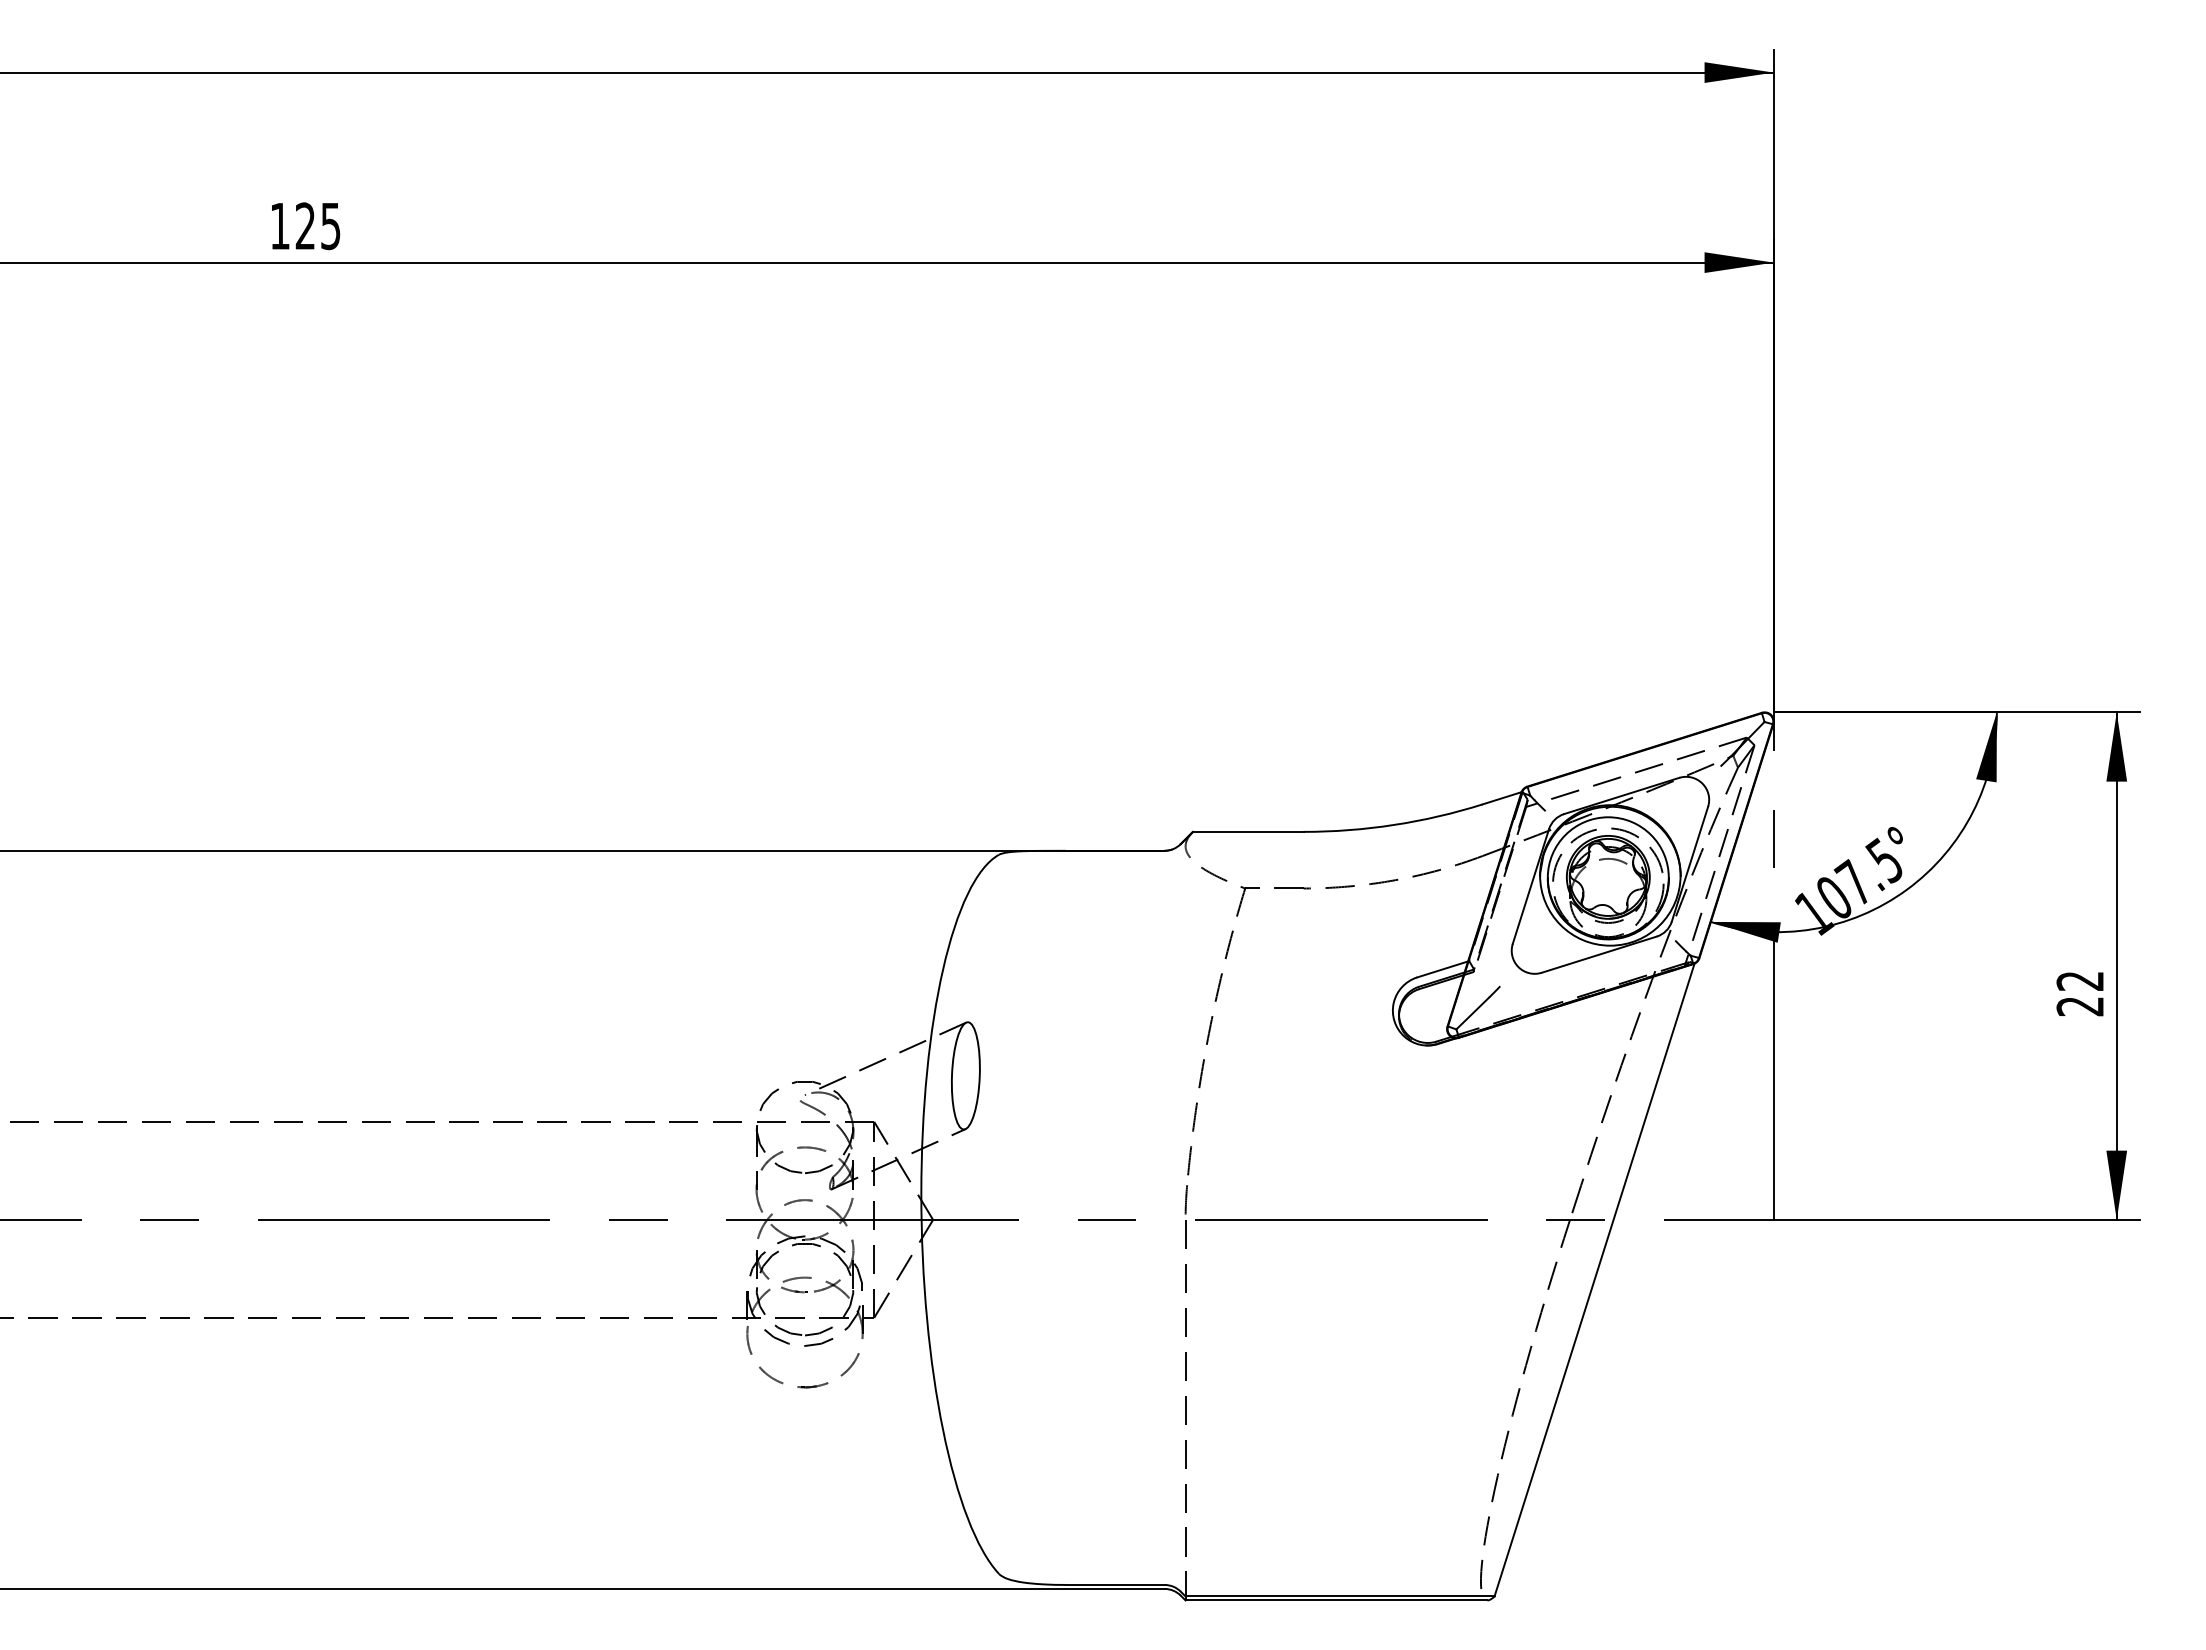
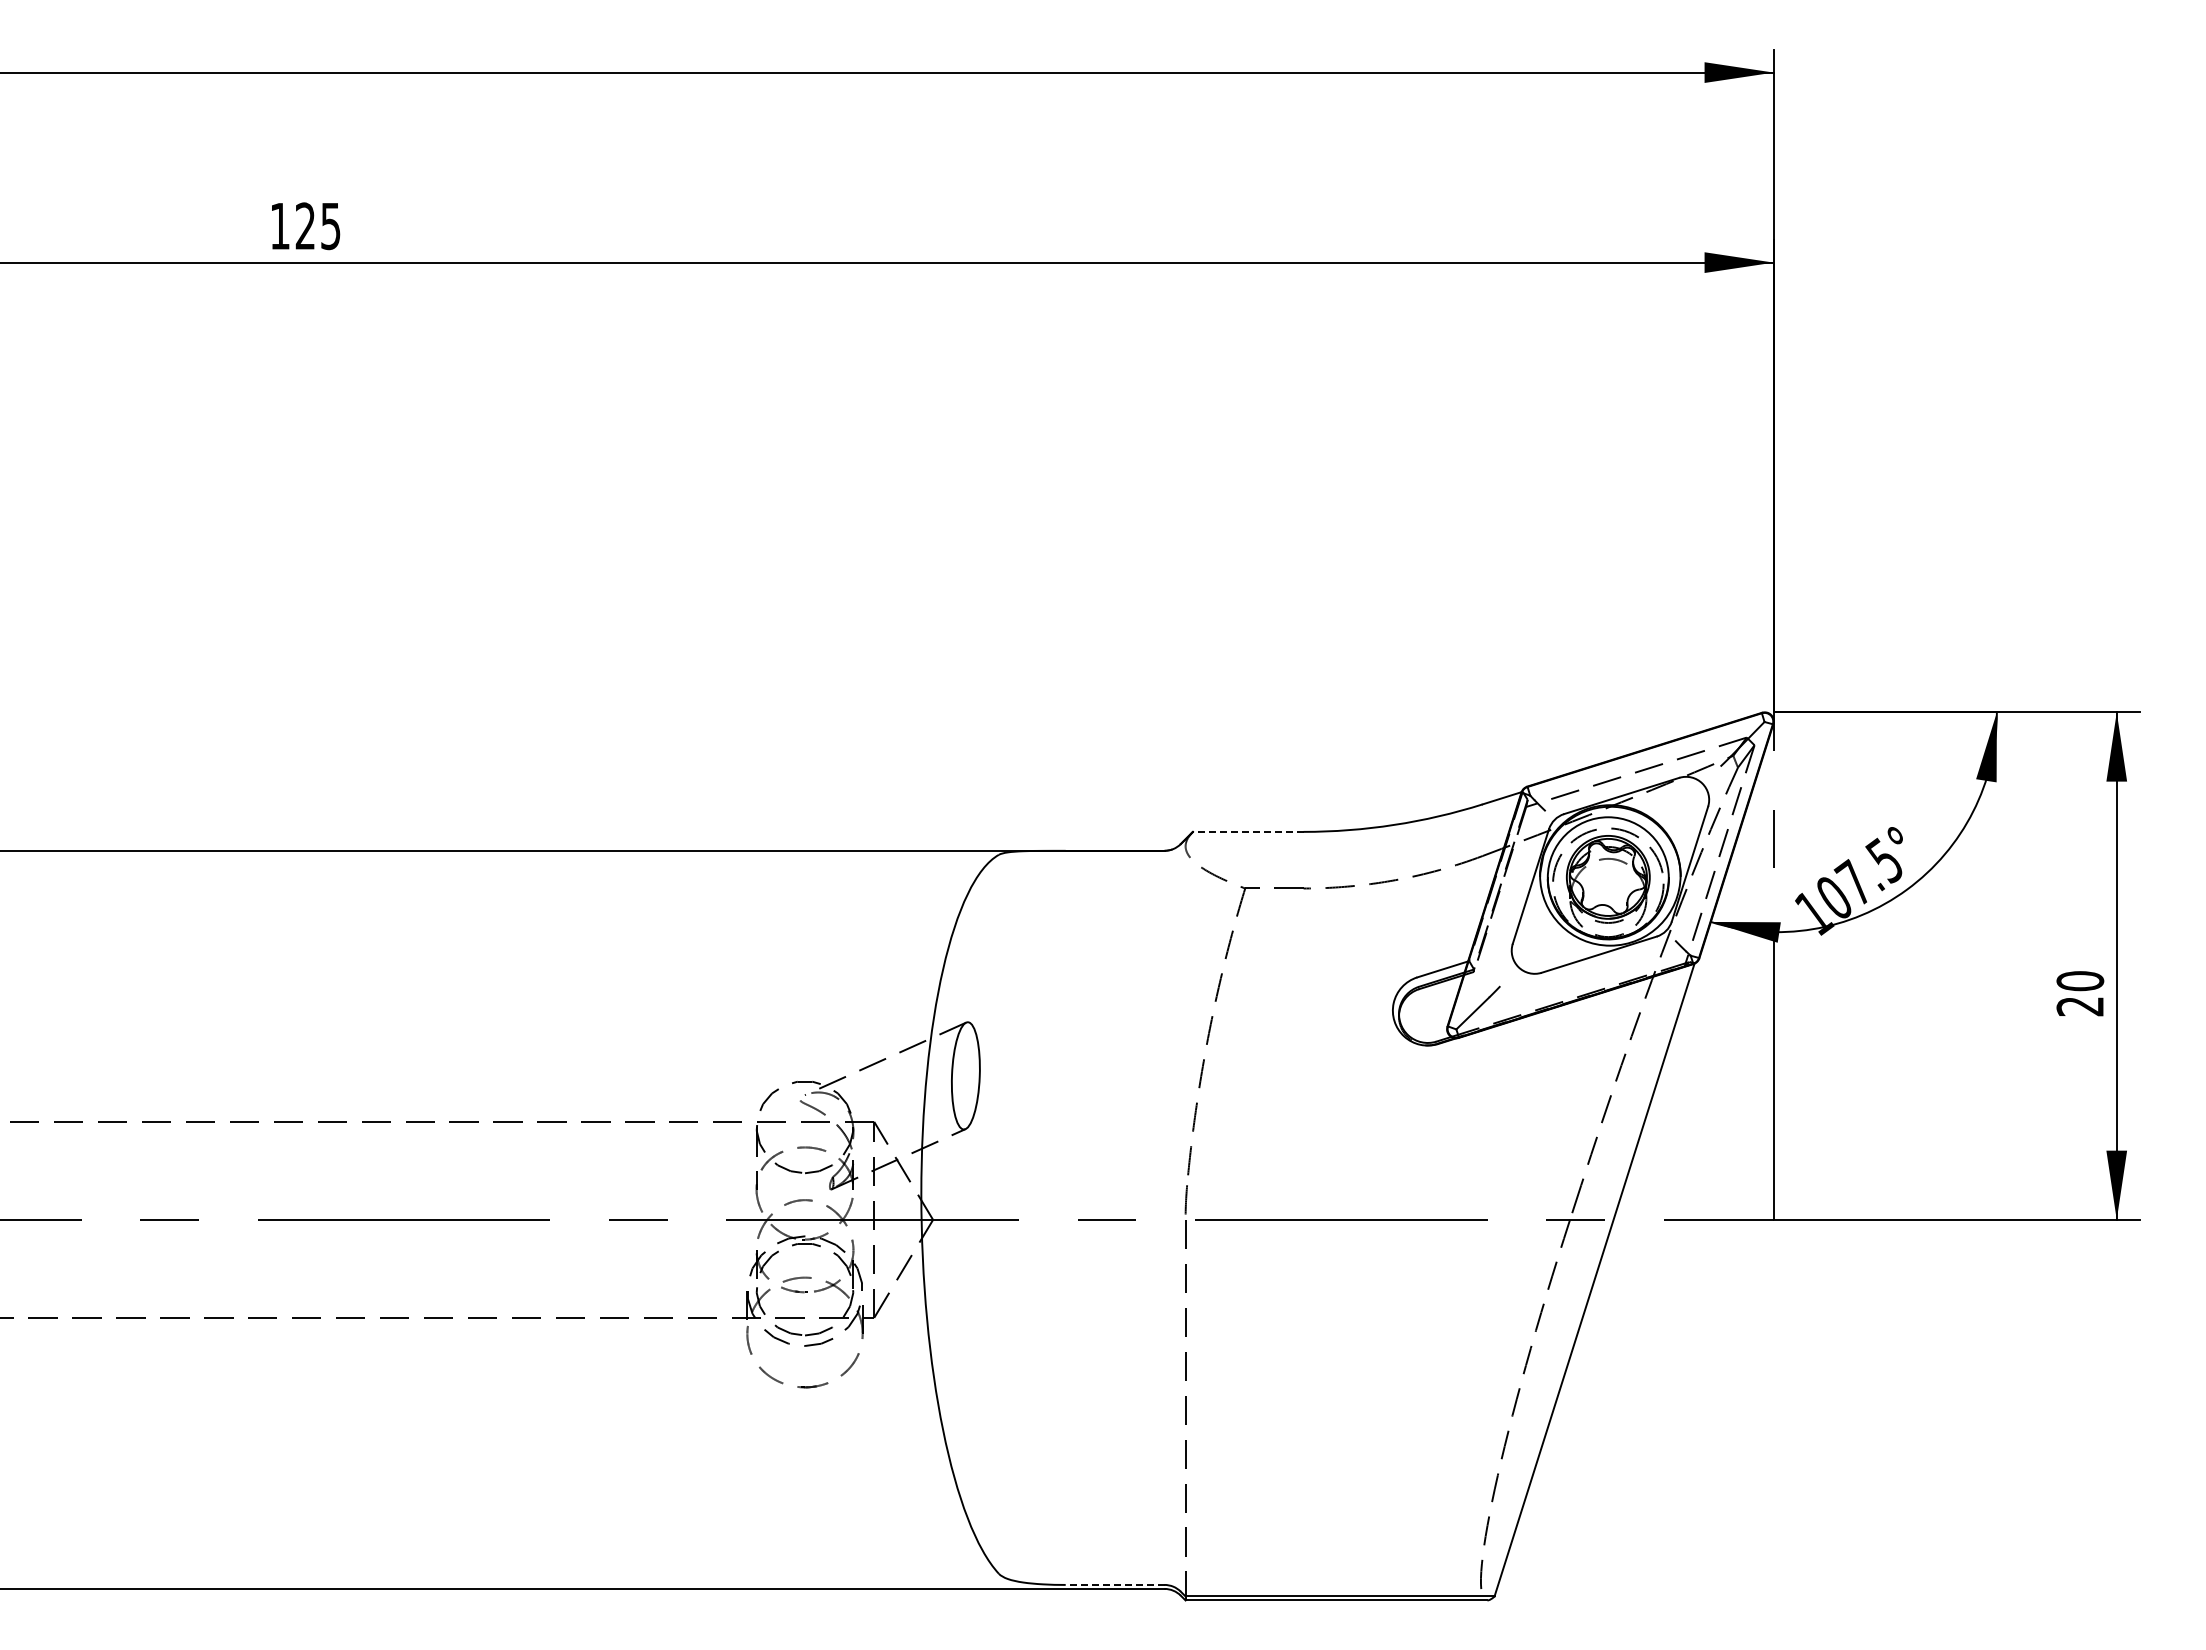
line at (1247, 831): solid -> dashed
text at (2080, 981): 22 -> 20
line at (1114, 1584): solid -> dashed
